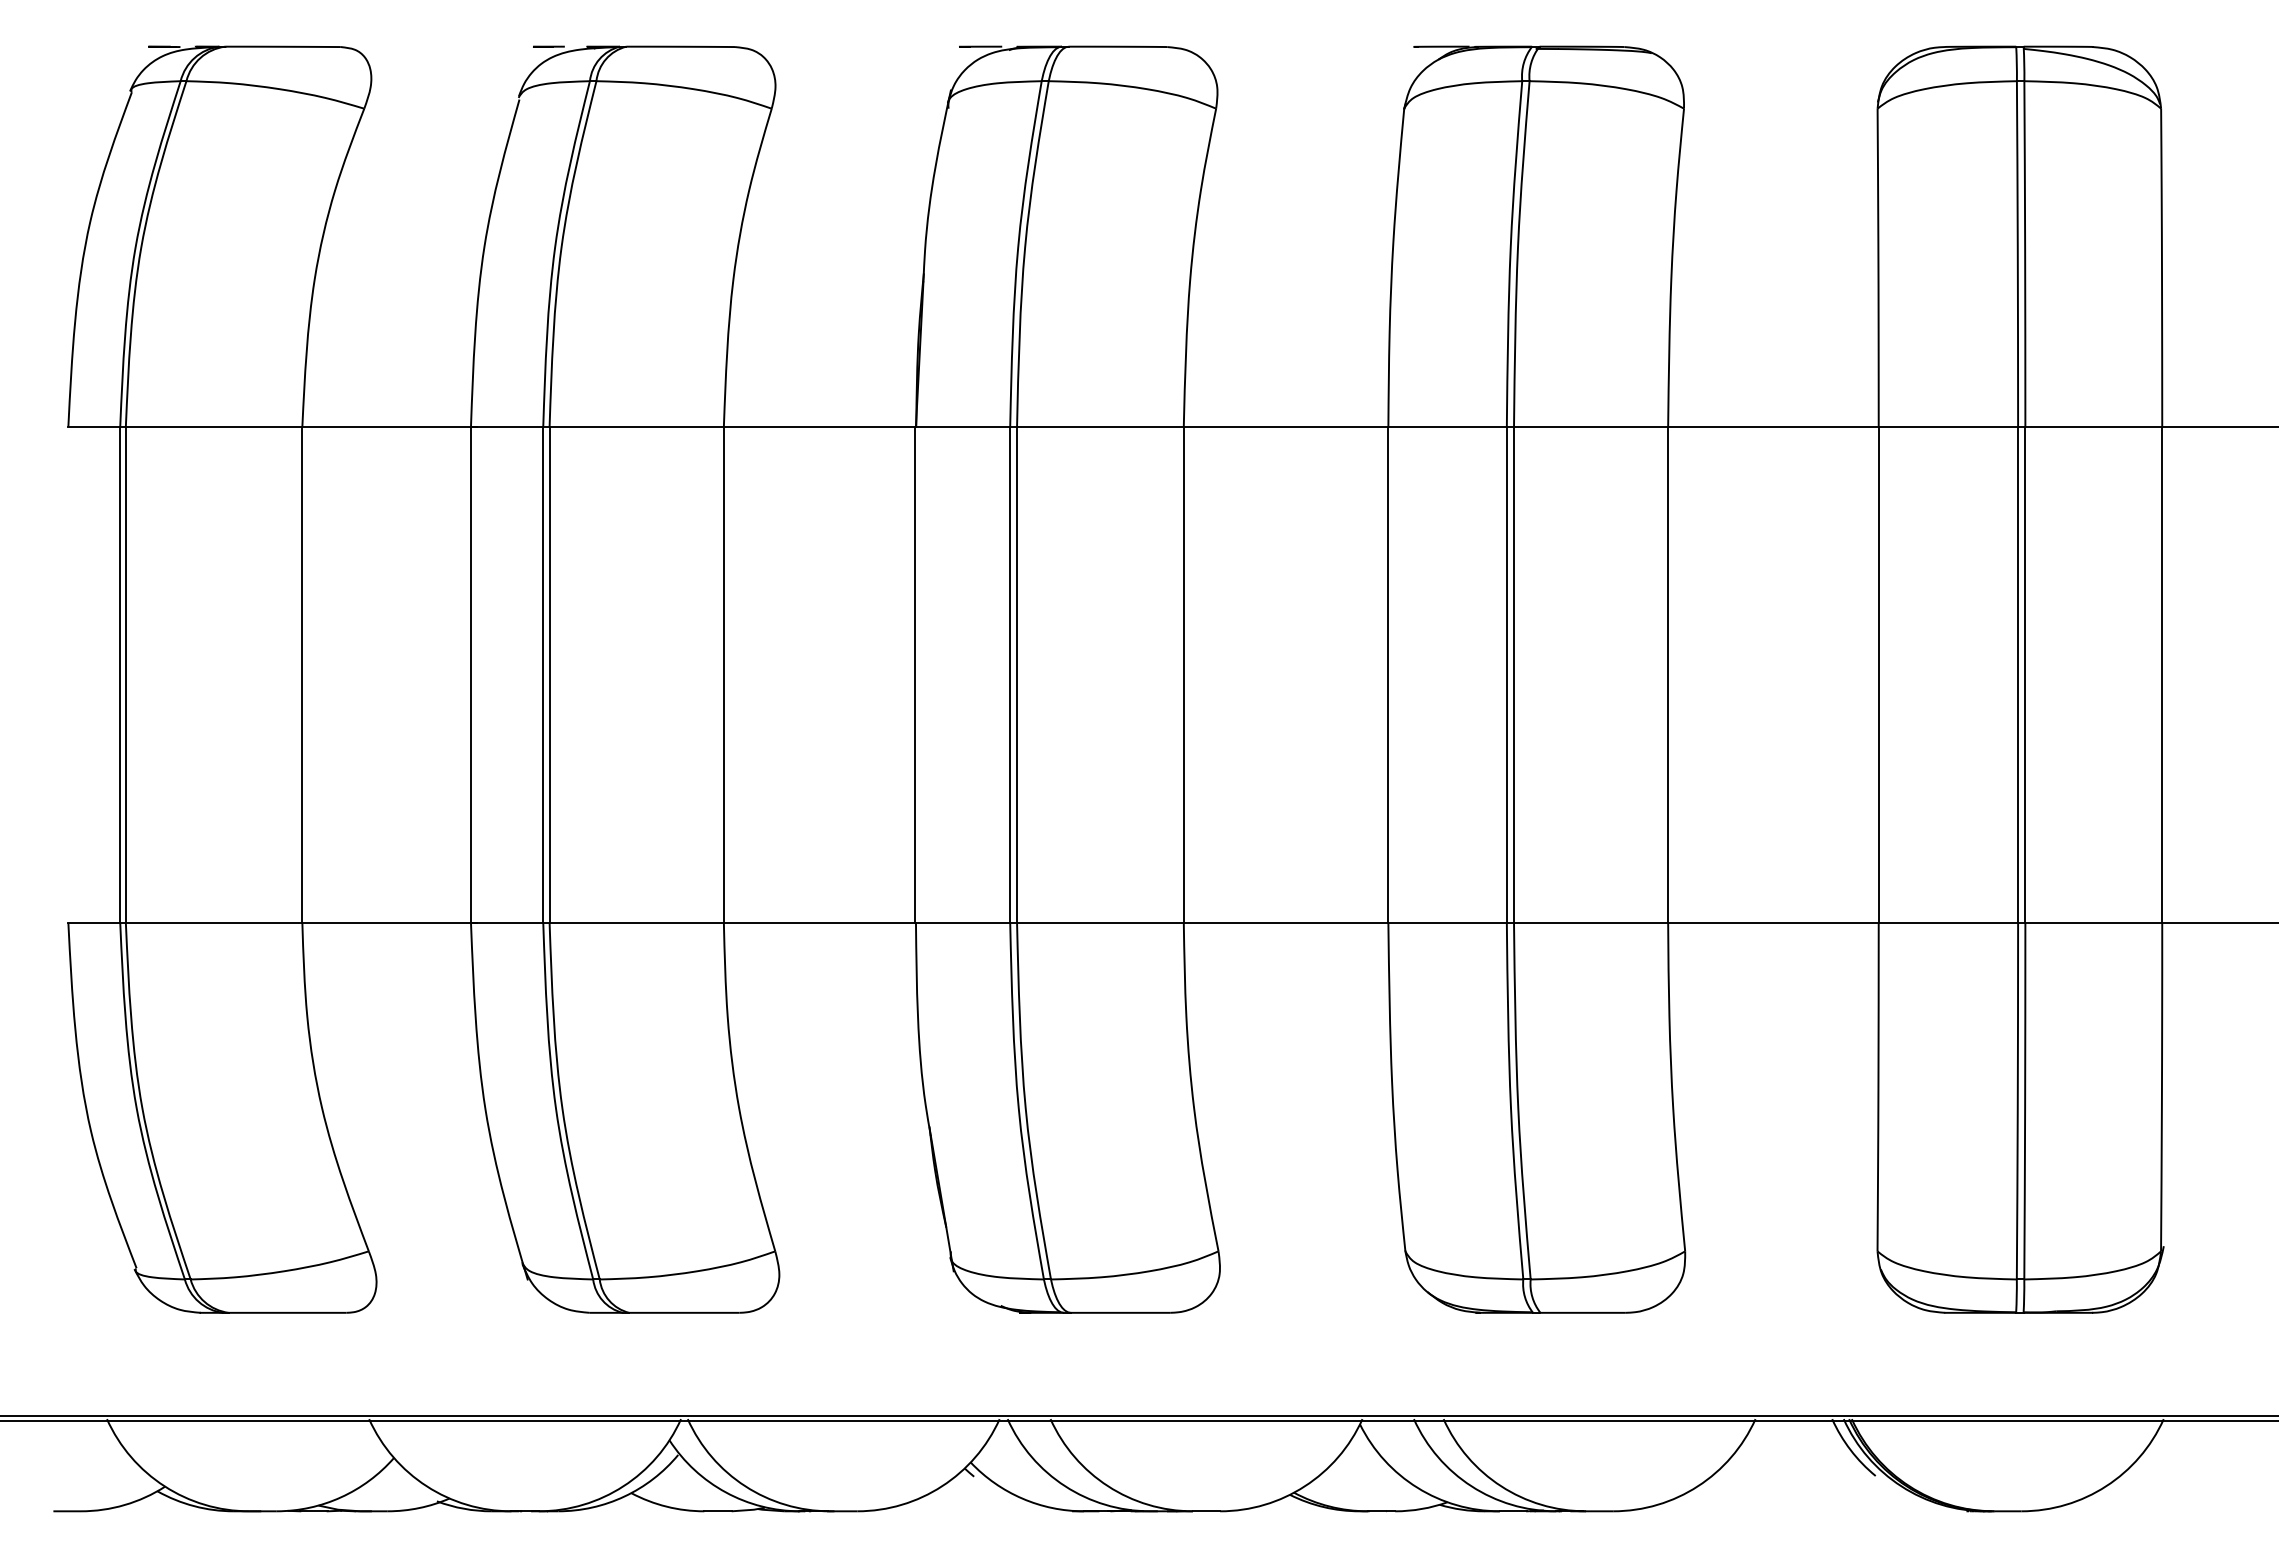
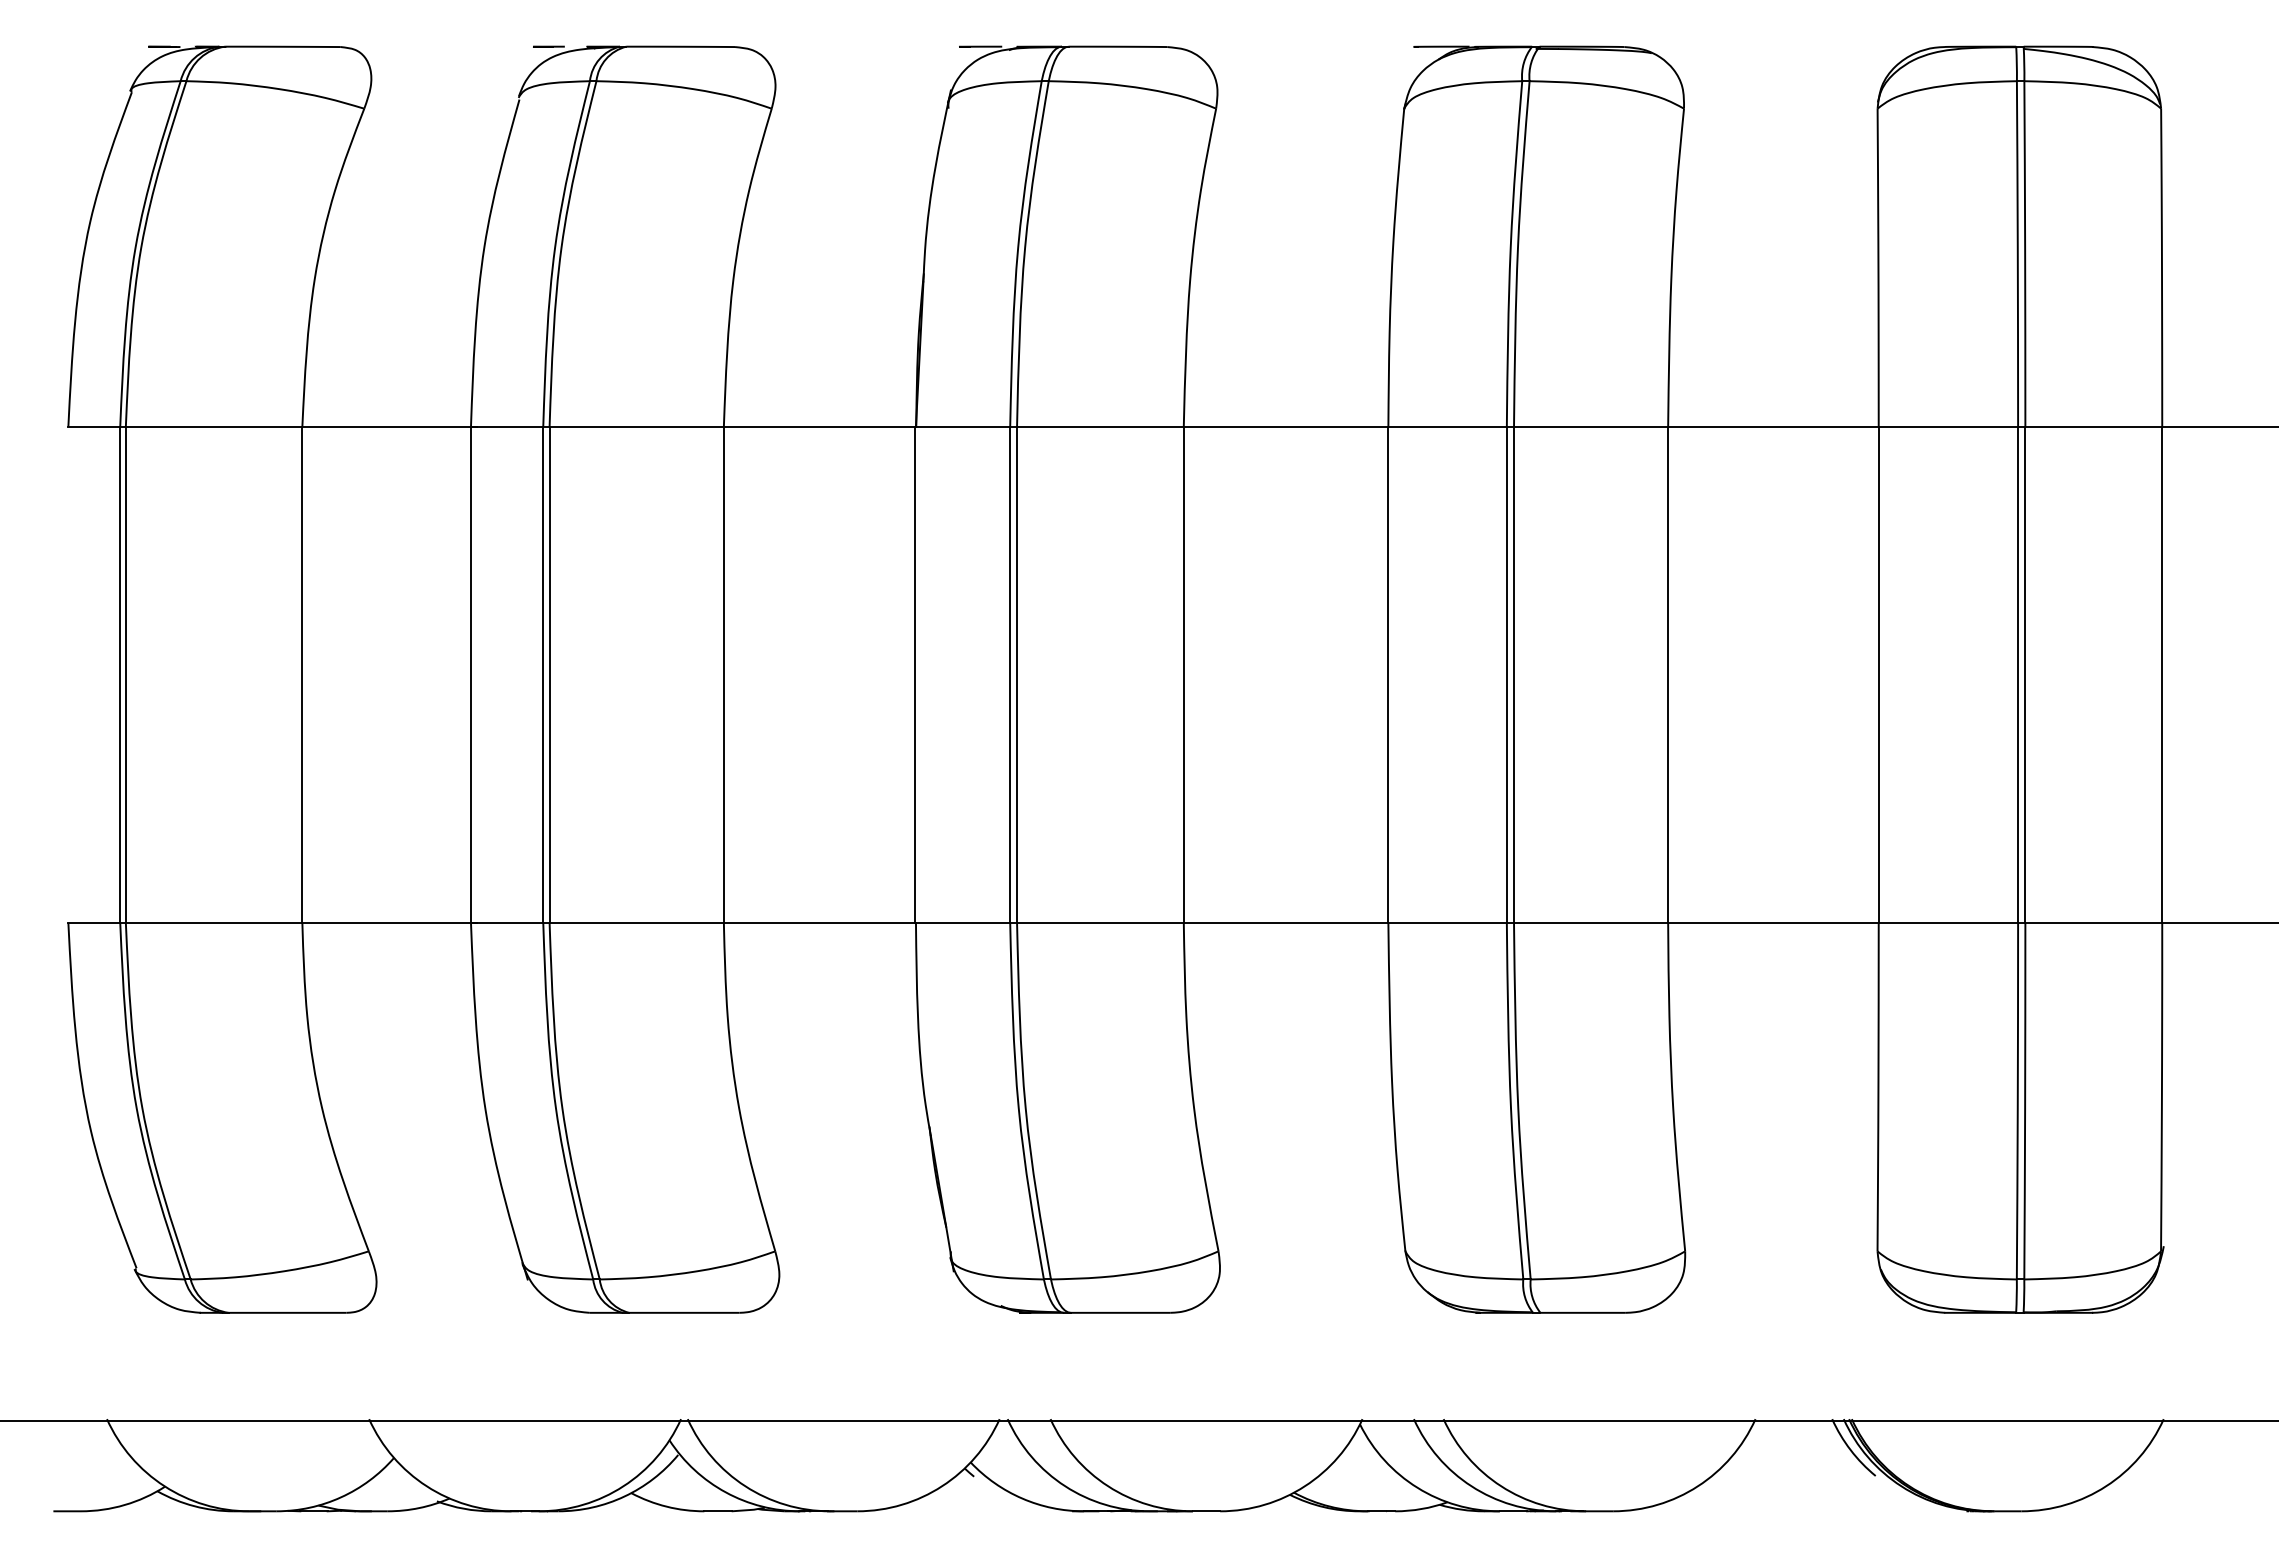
line at (1138, 1416): present -> none
